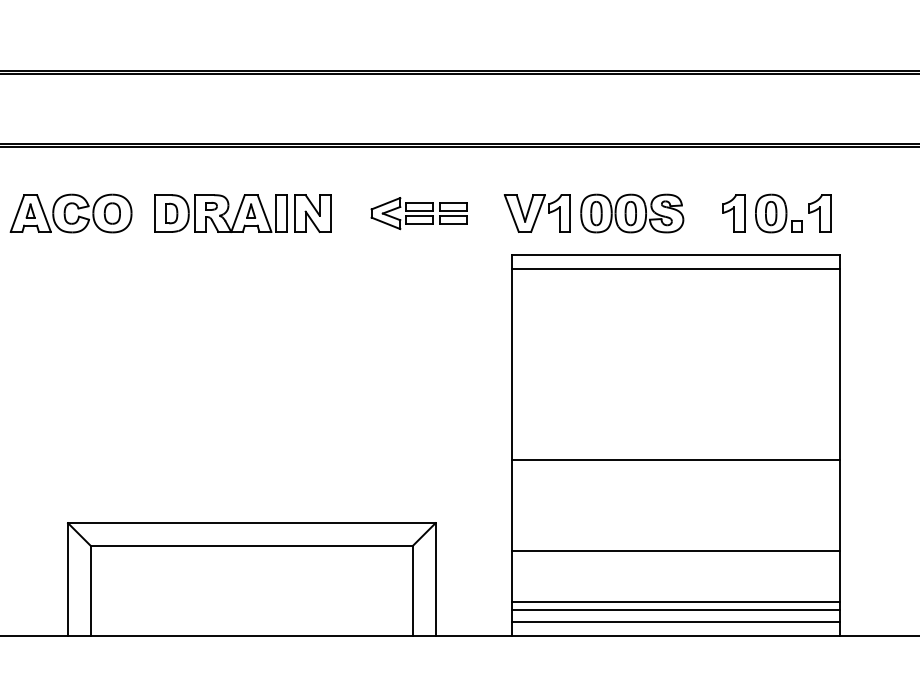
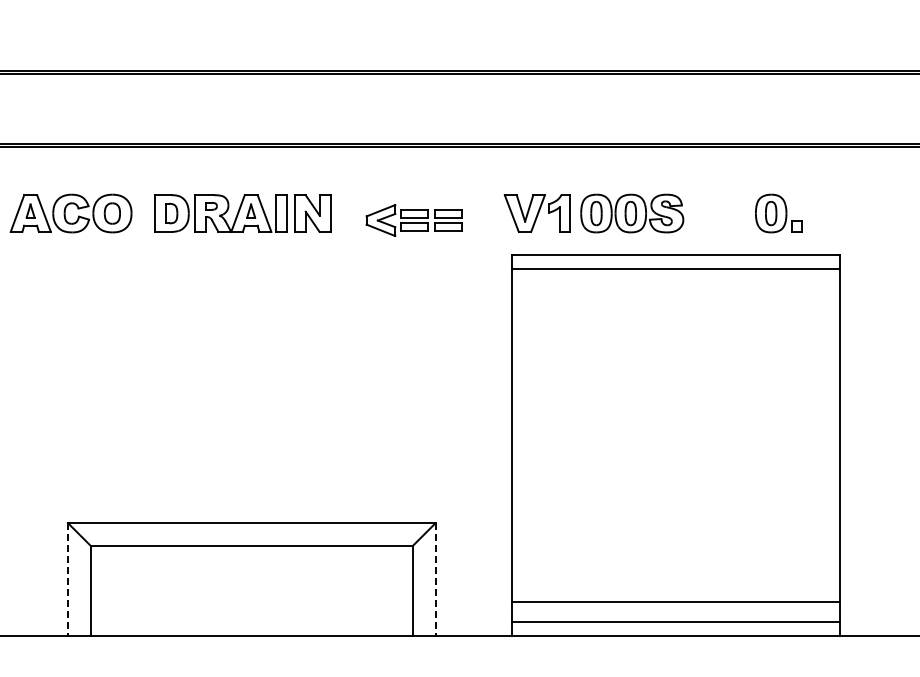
part at (418, 213) position: (418, 213) -> (413, 220)
part at (733, 213): present -> none
part at (819, 213): present -> none
line at (675, 459): present -> none
line at (675, 551): present -> none
line at (68, 579): solid -> dashed
line at (435, 579): solid -> dashed
line at (675, 609): present -> none
